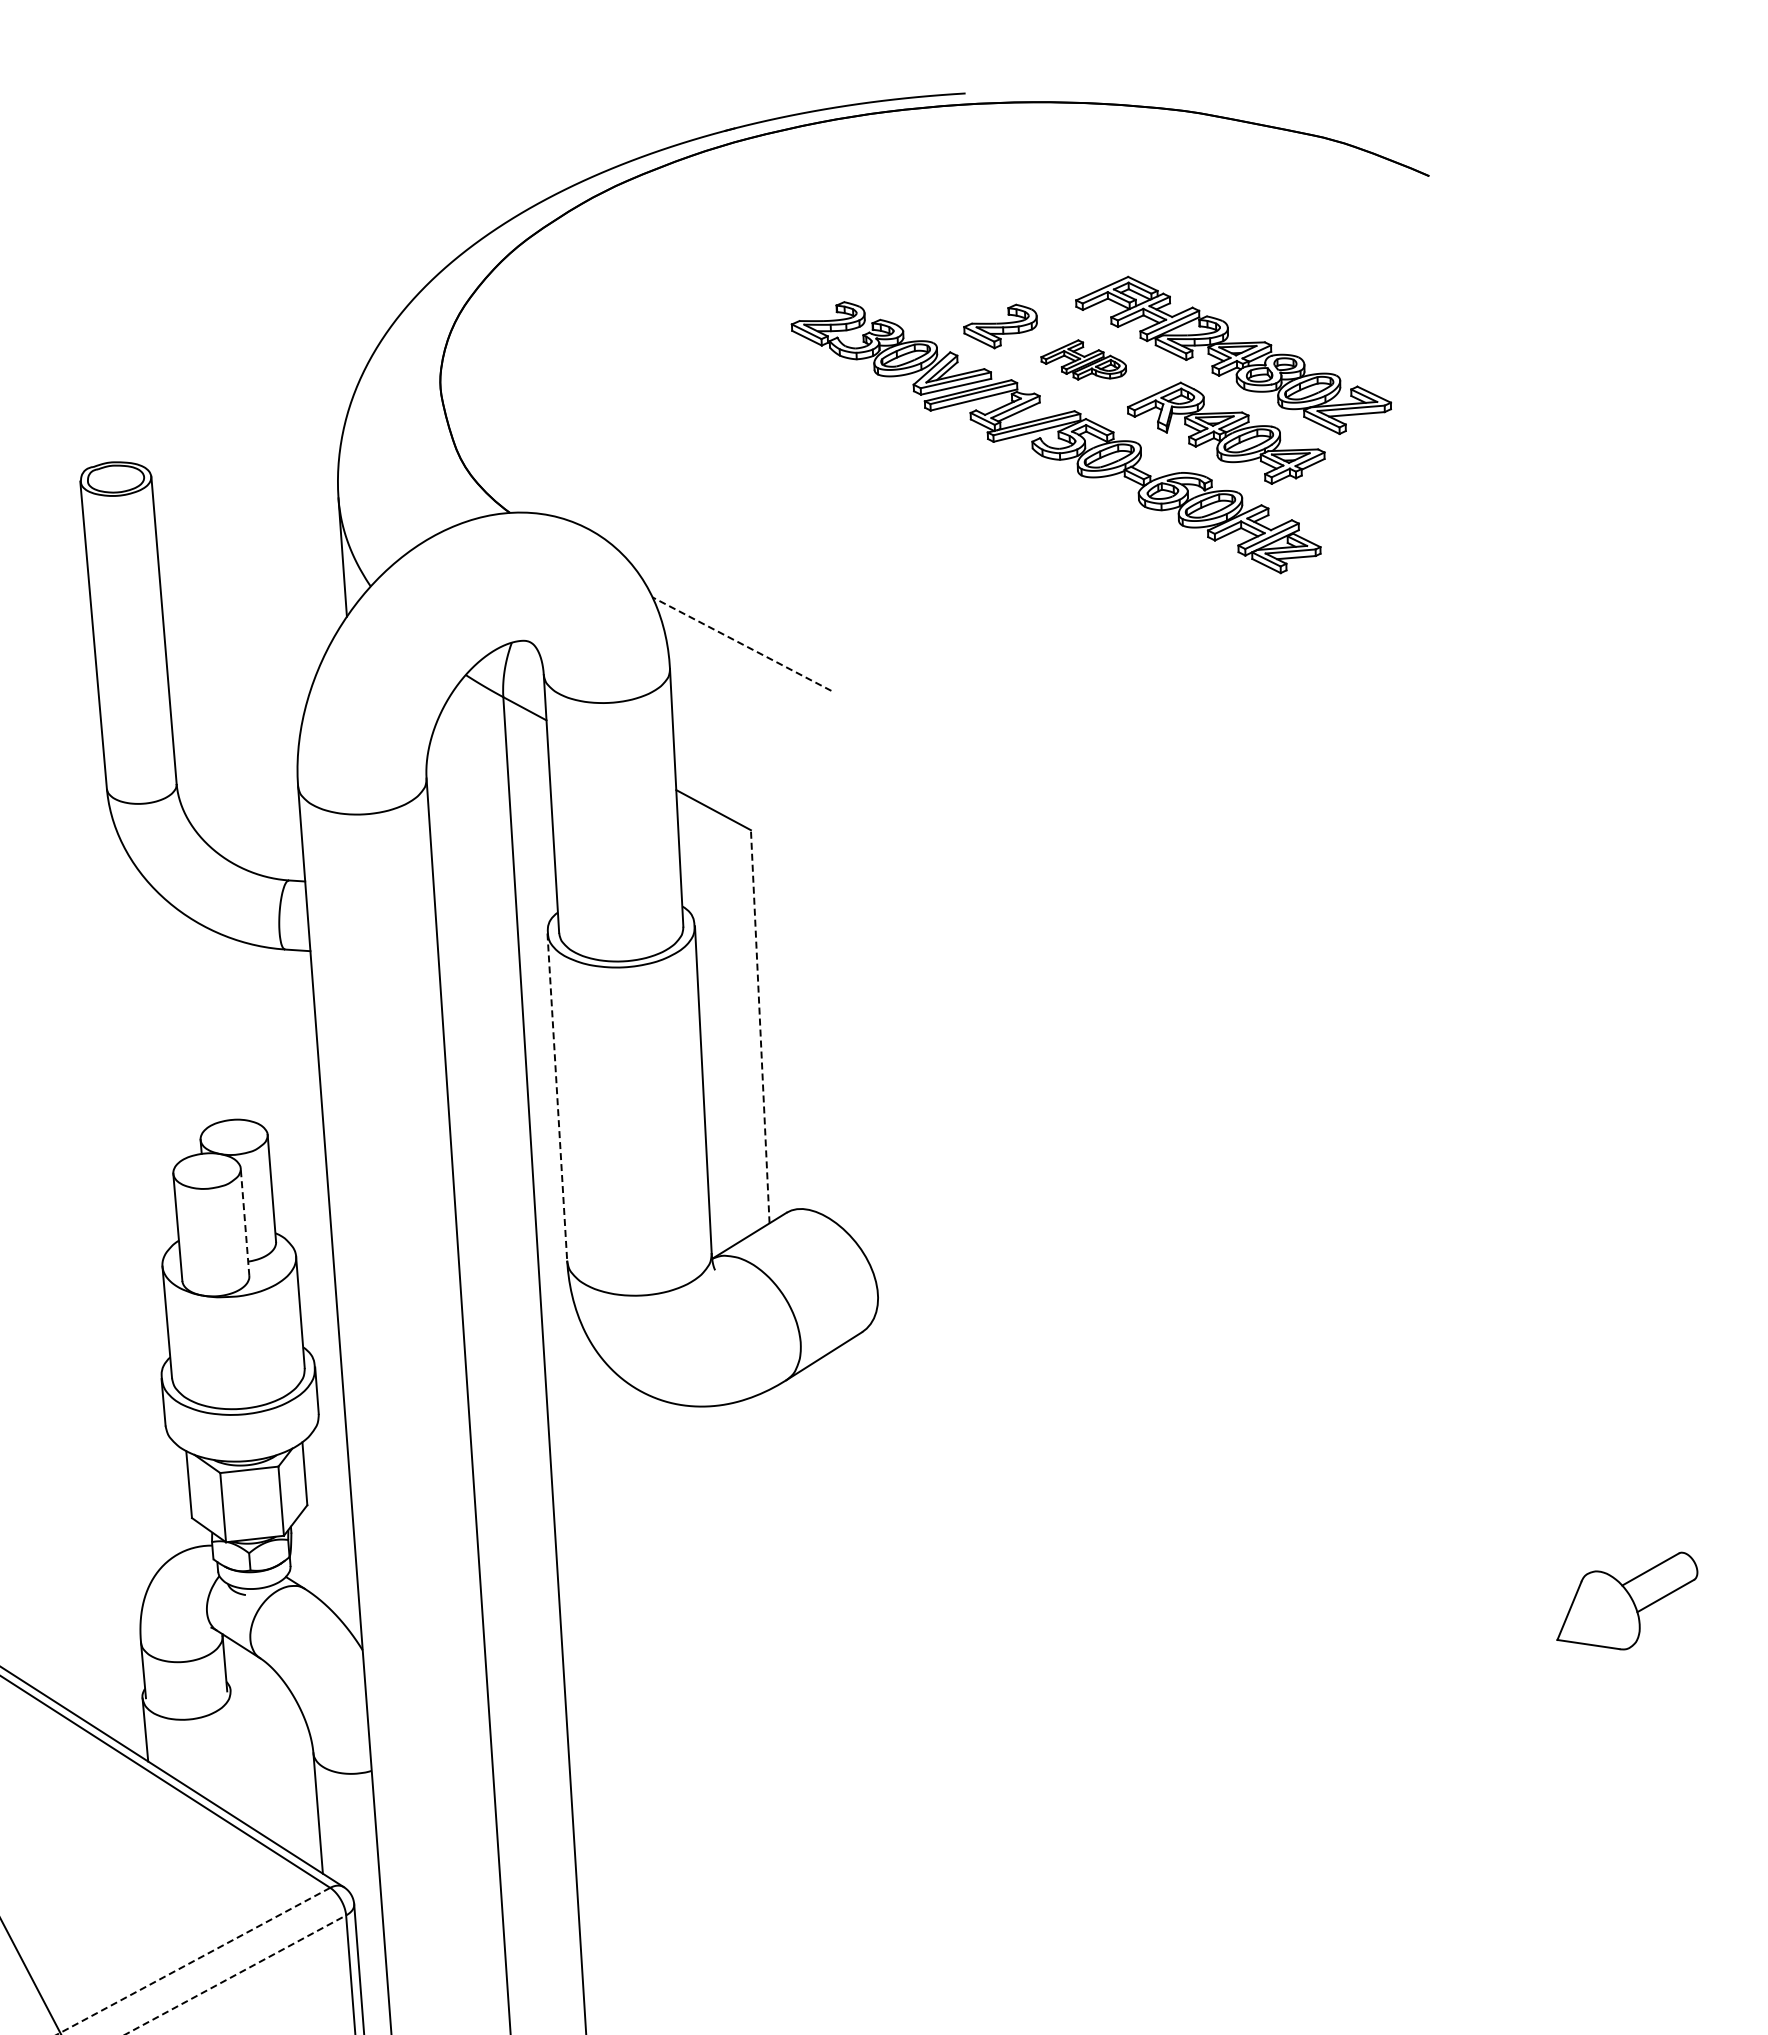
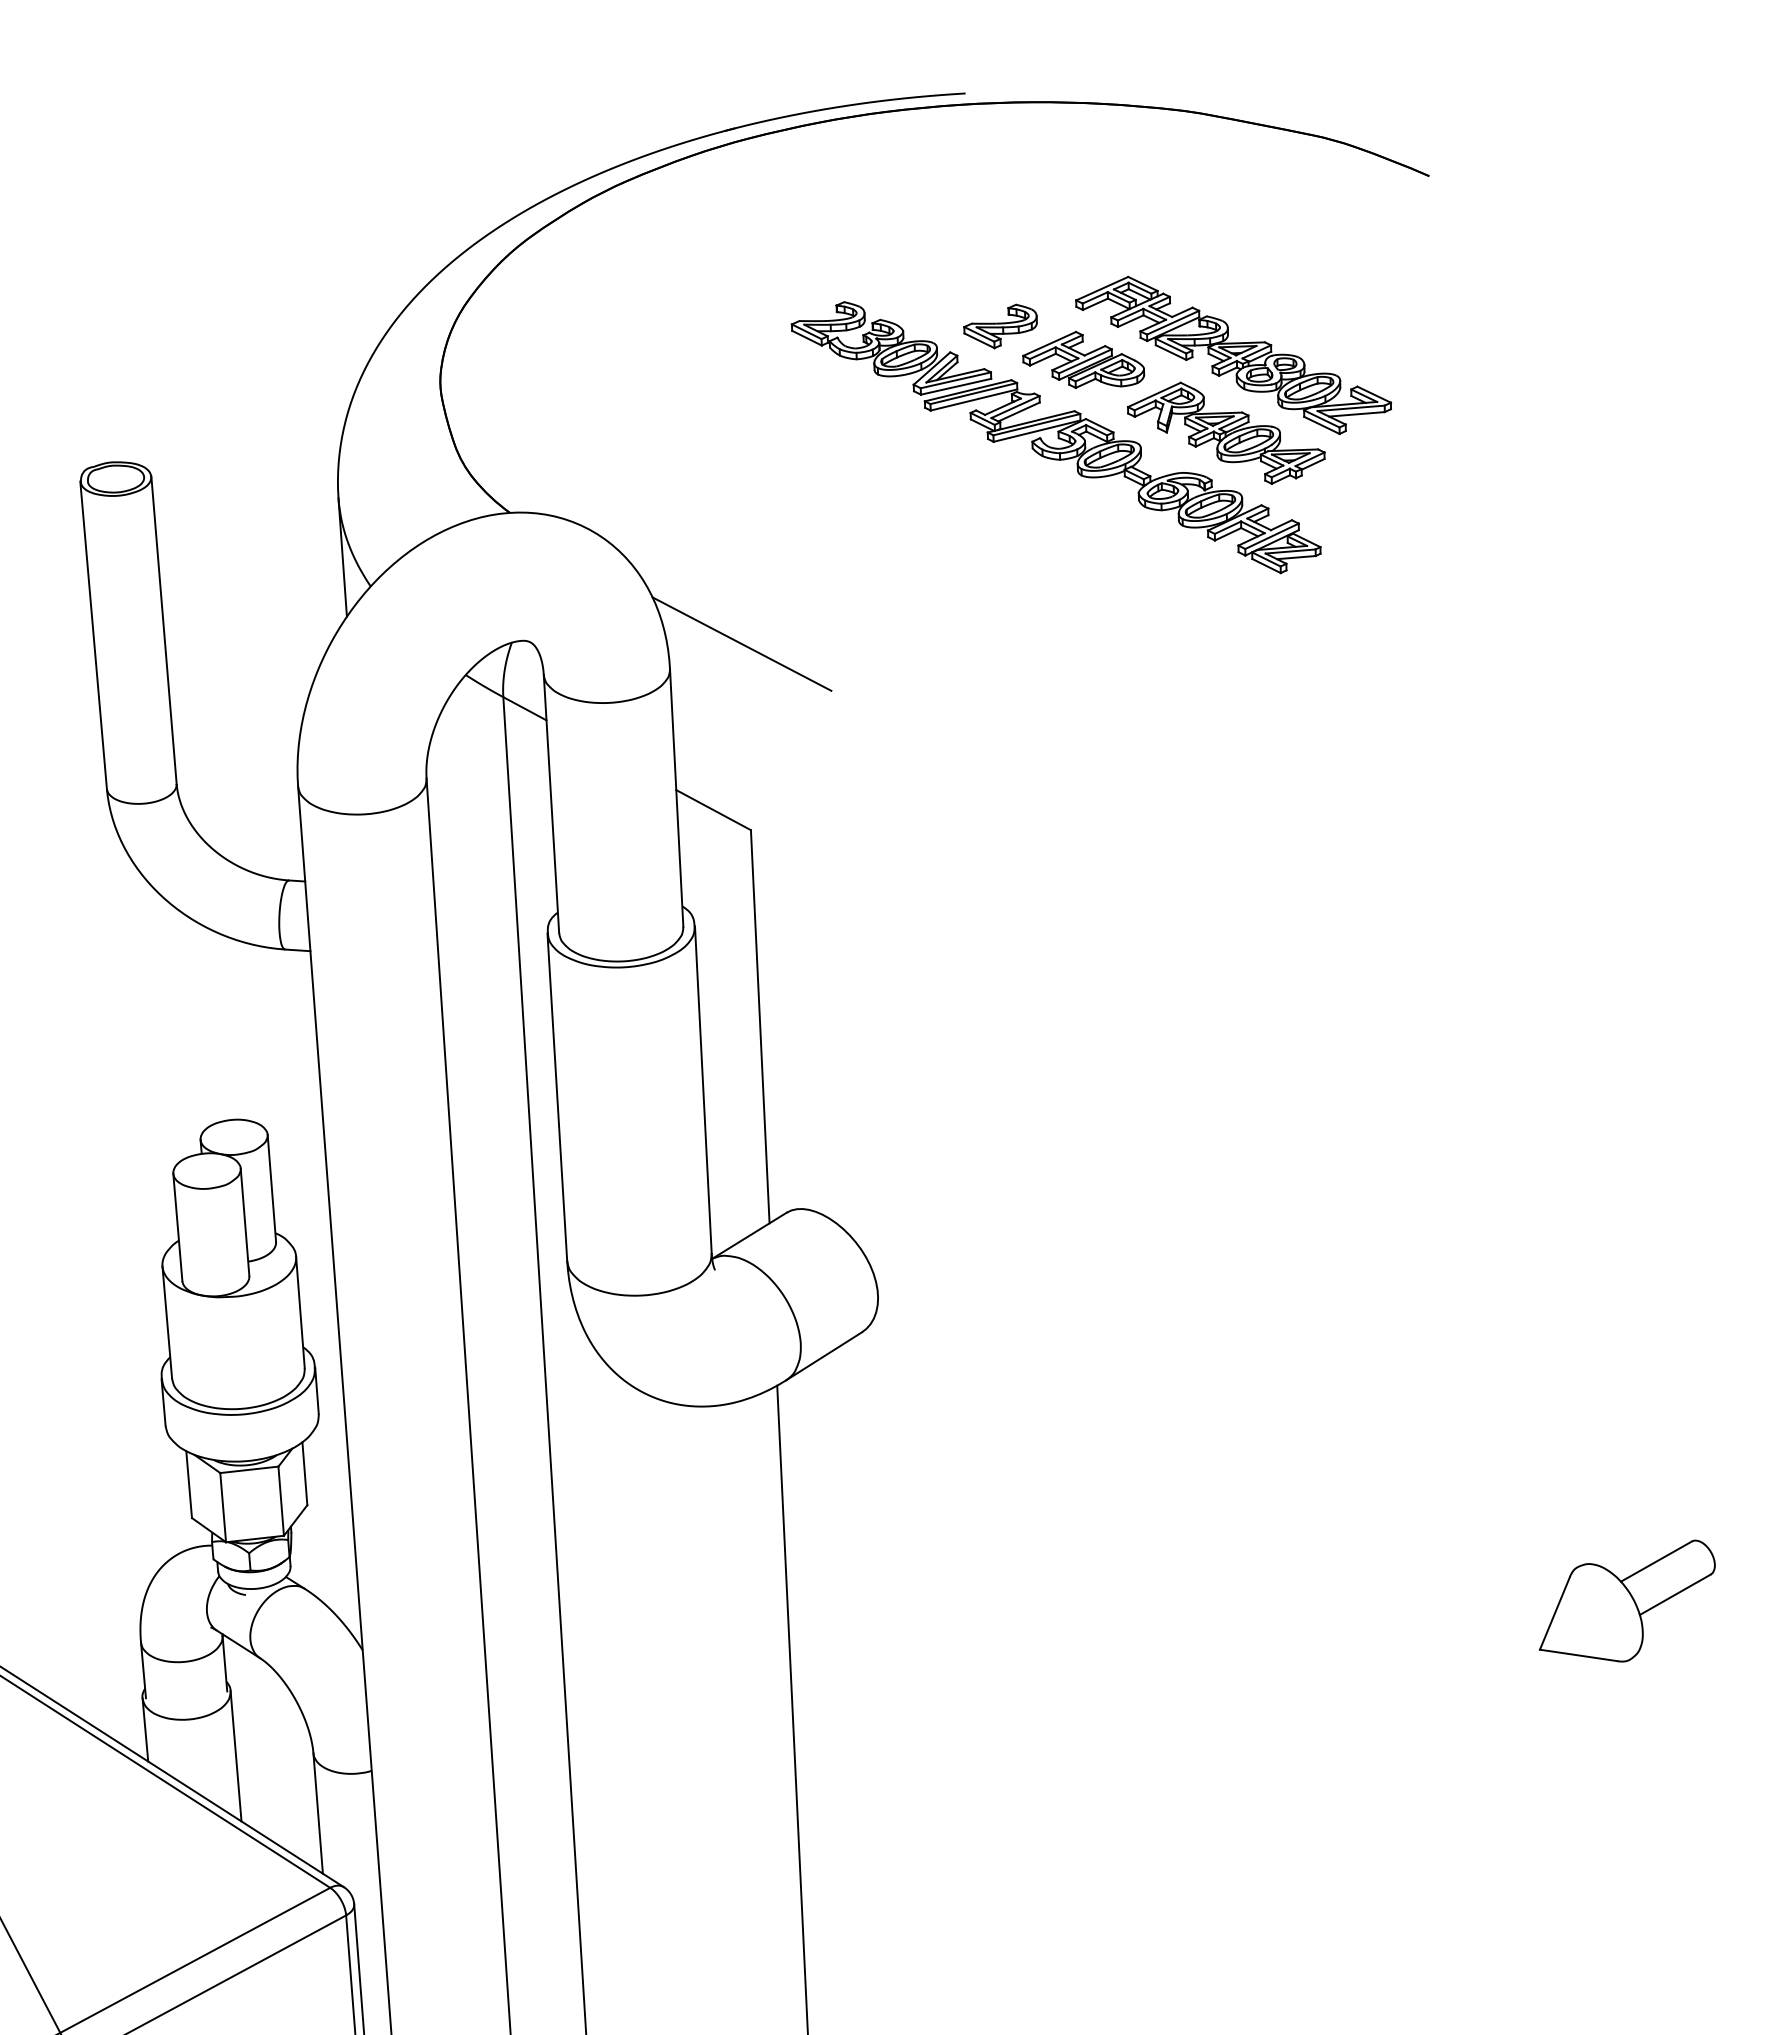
part at (1083, 359) size: 87x42 px -> 124x58 px
line at (742, 644): dashed -> solid
line at (760, 1026): dashed -> solid
line at (557, 1097): dashed -> solid
line at (245, 1222): dashed -> solid
part at (1627, 1600) size: 143x100 px -> 177x124 px
line at (792, 1708): none -> present
line at (235, 1756): none -> present
line at (193, 1961): dashed -> solid
line at (235, 1975): dashed -> solid
